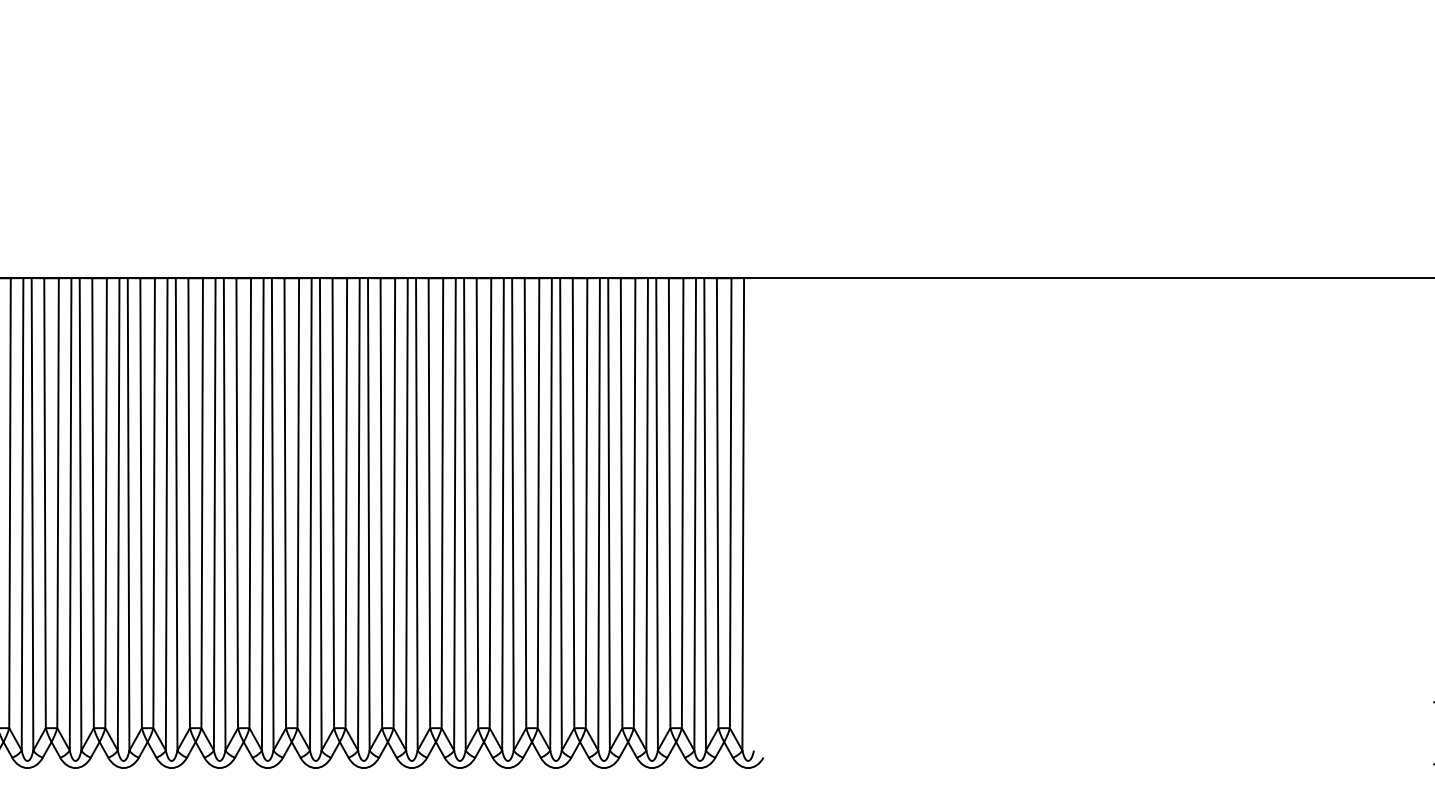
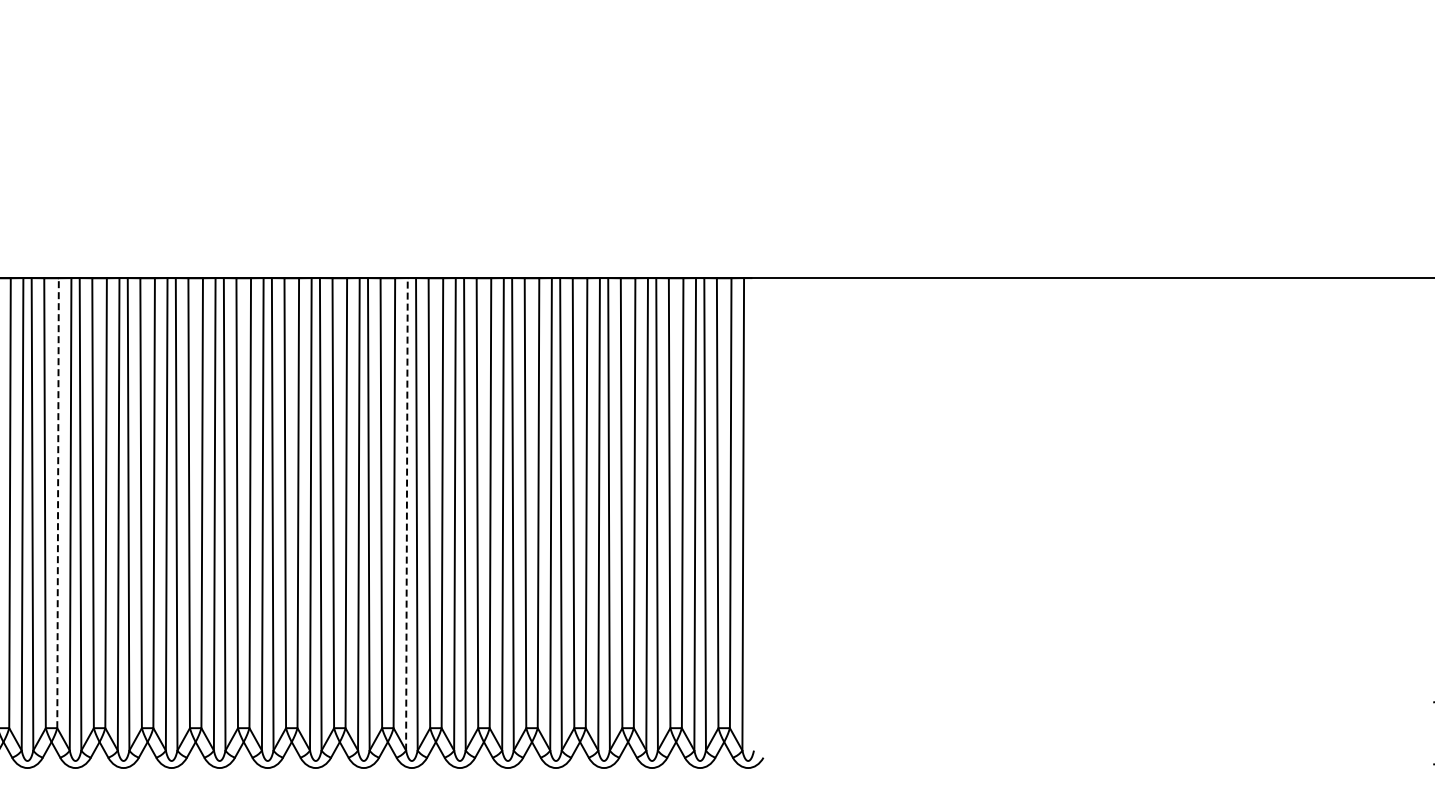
line at (58, 503): solid -> dashed
line at (406, 513): solid -> dashed
